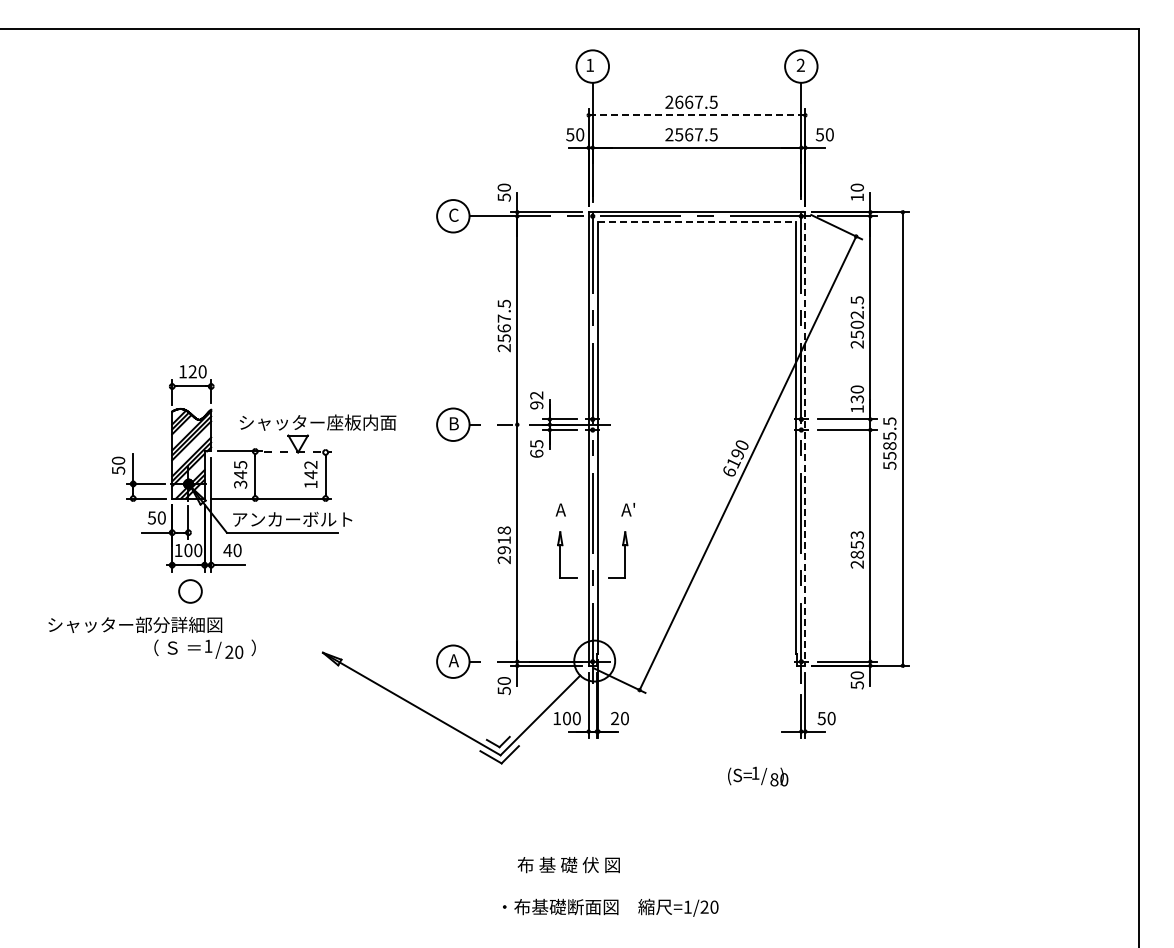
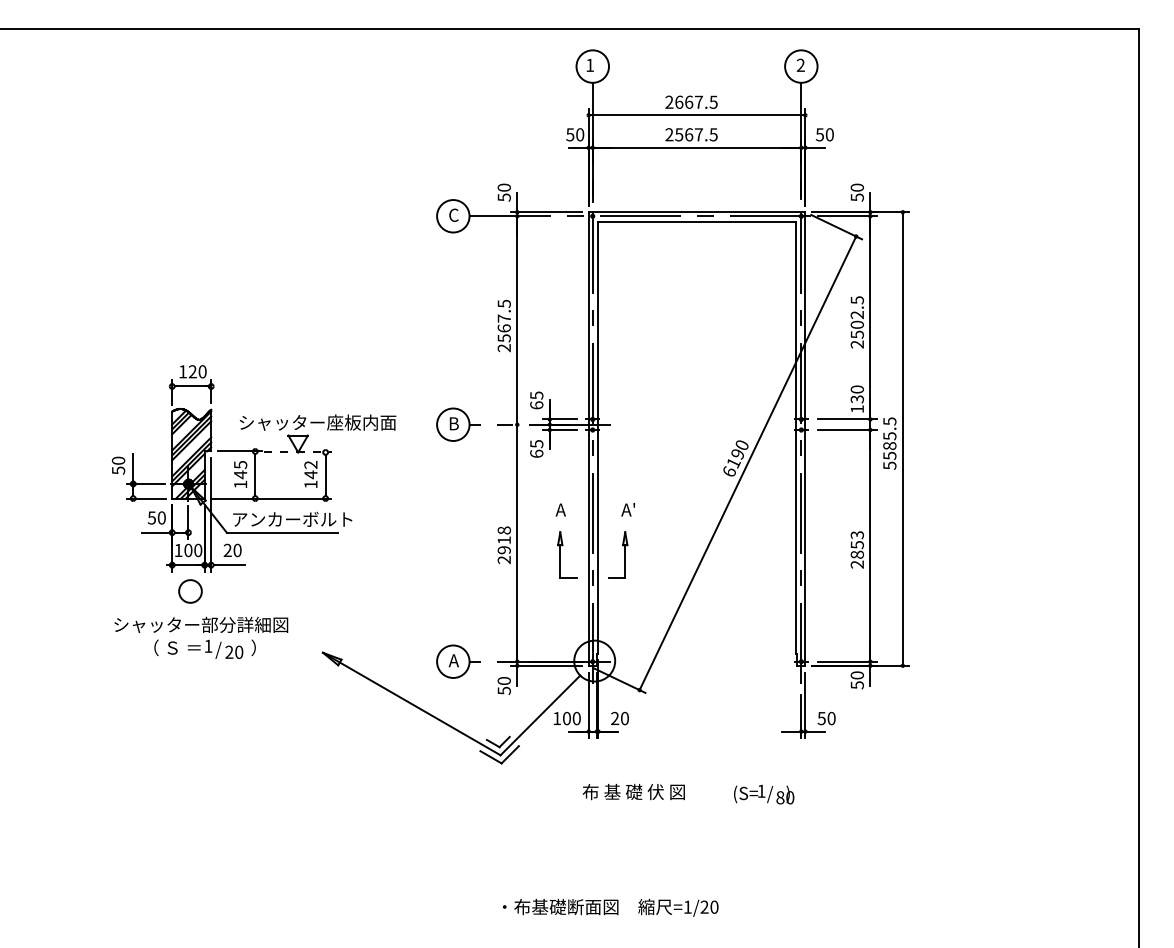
line at (697, 115): dashed -> solid
text at (856, 197): 10 -> 50
line at (697, 221): dashed -> solid
text at (536, 400): 92 -> 65
line at (805, 439): dashed -> solid
text at (240, 484): 345 -> 145
text at (227, 549): 40 -> 20
text at (135, 624) position: (135, 624) -> (201, 624)
text at (758, 776) position: (758, 776) -> (764, 794)
text at (568, 864) position: (568, 864) -> (633, 791)
